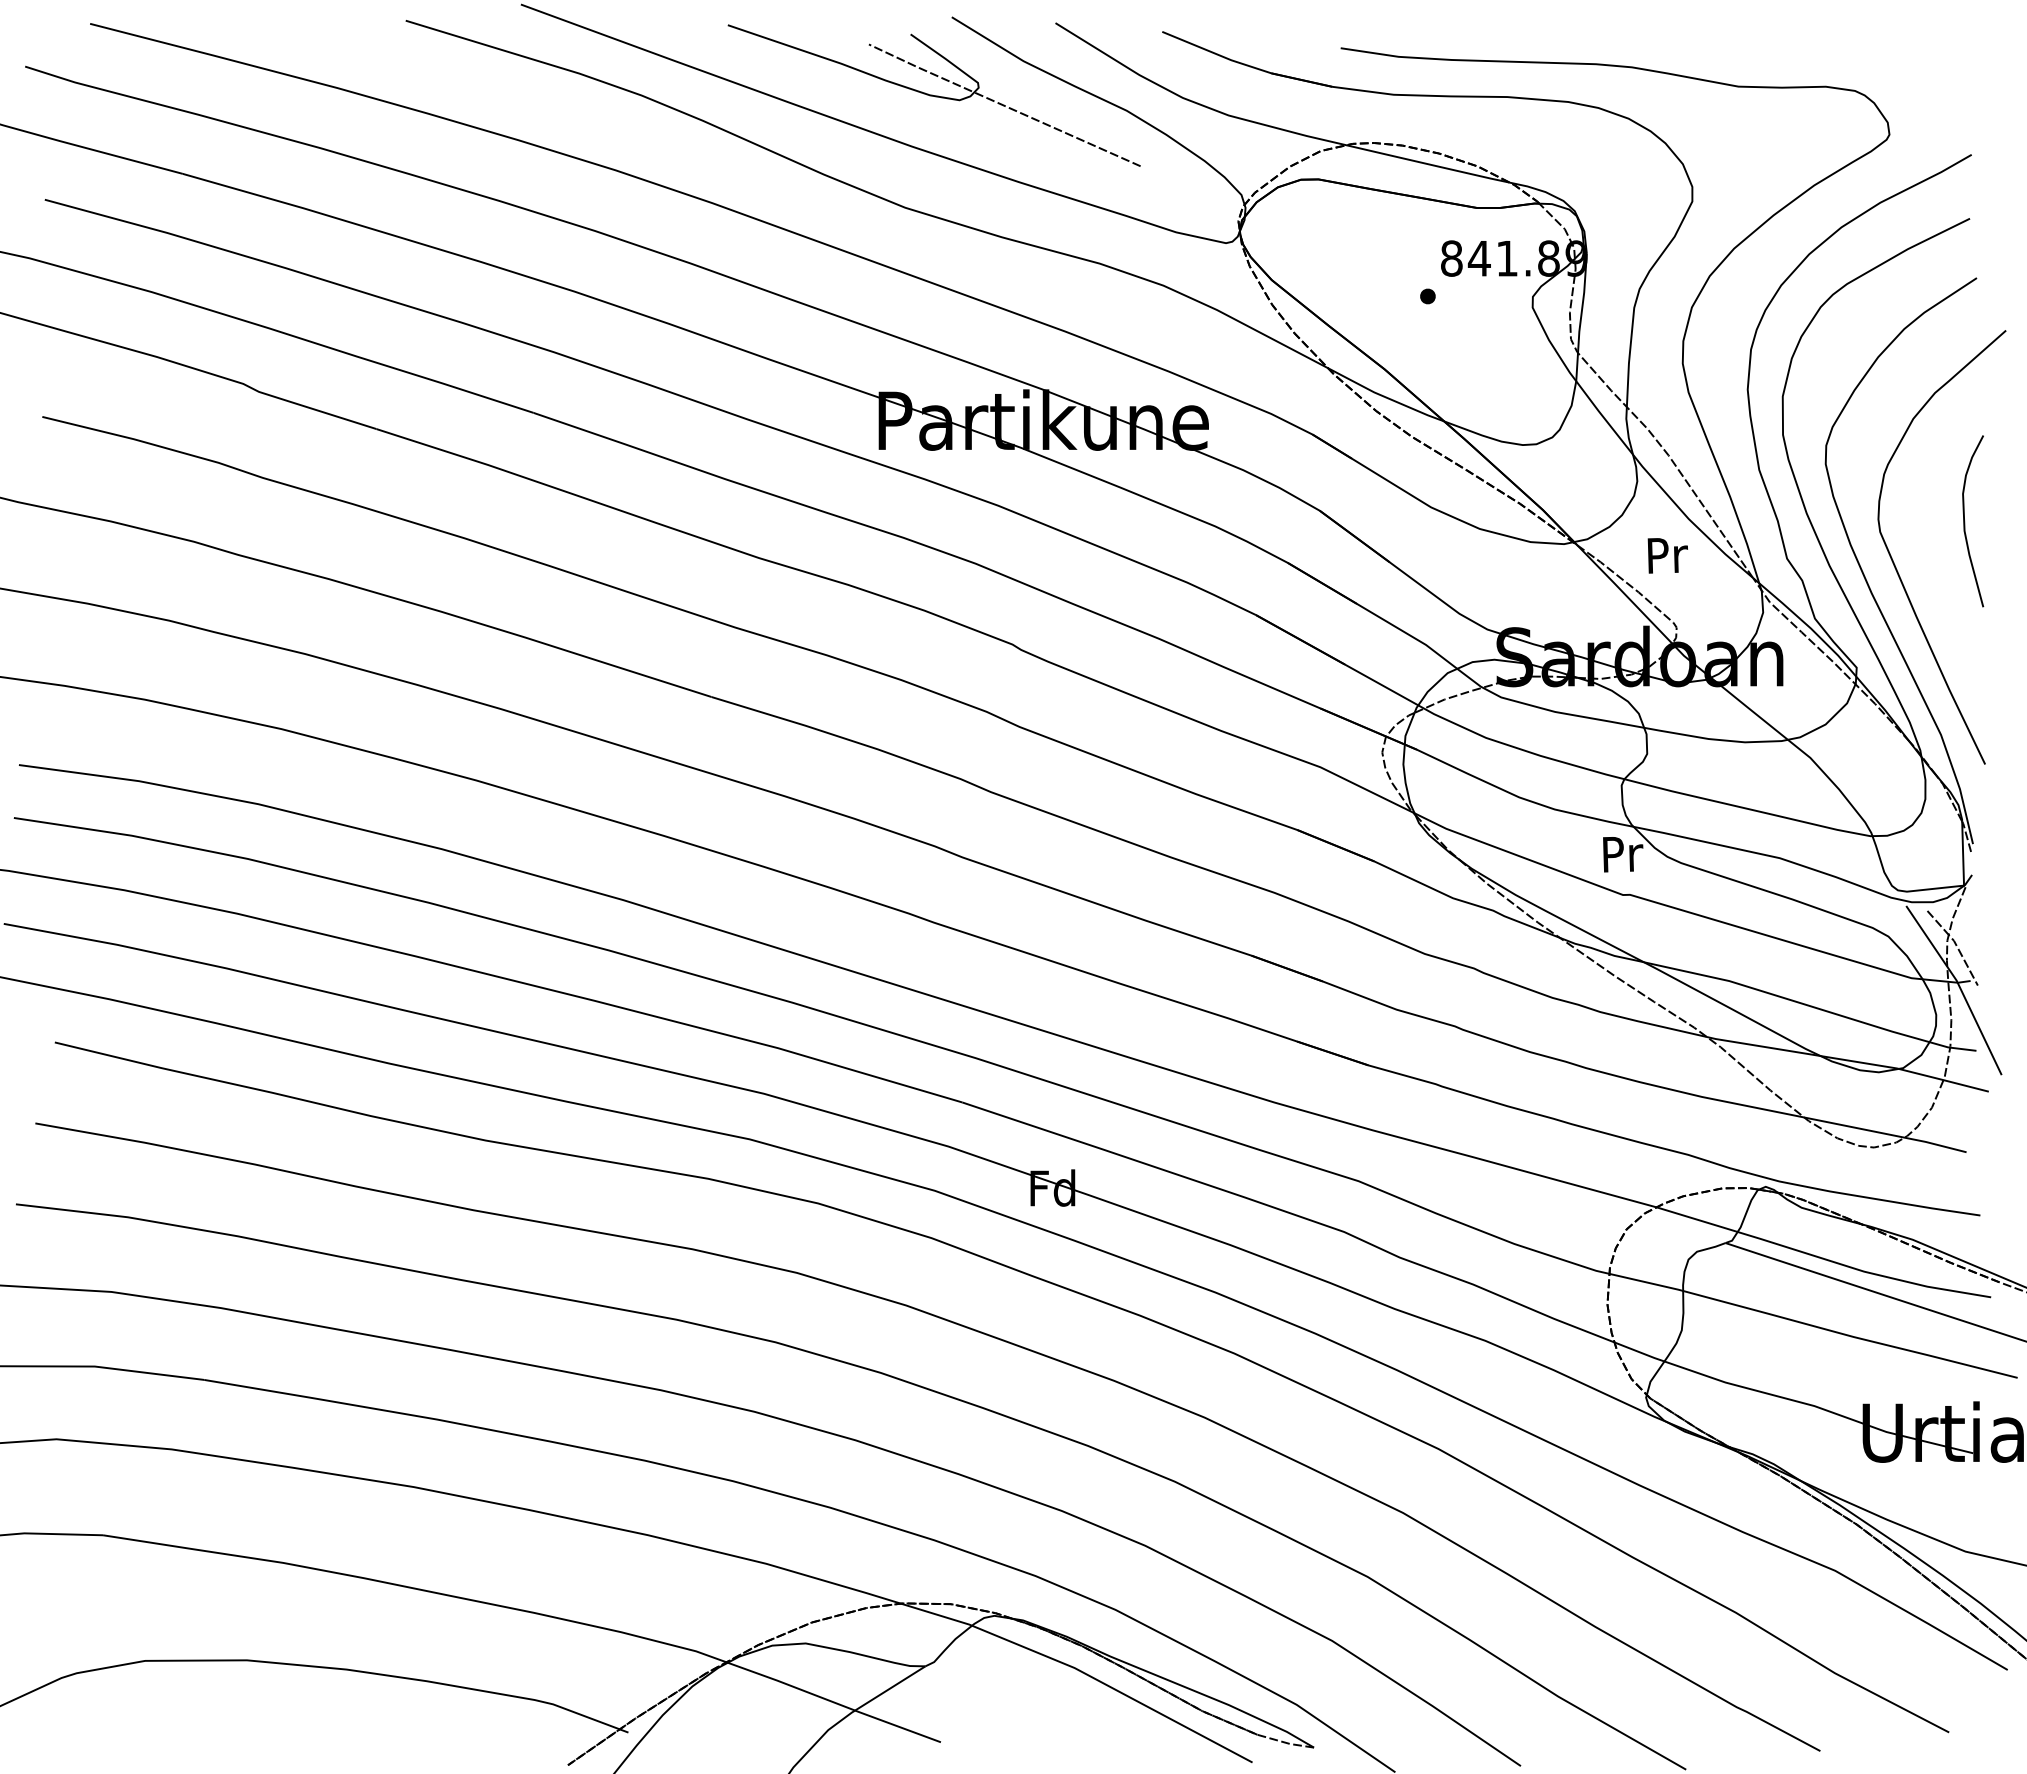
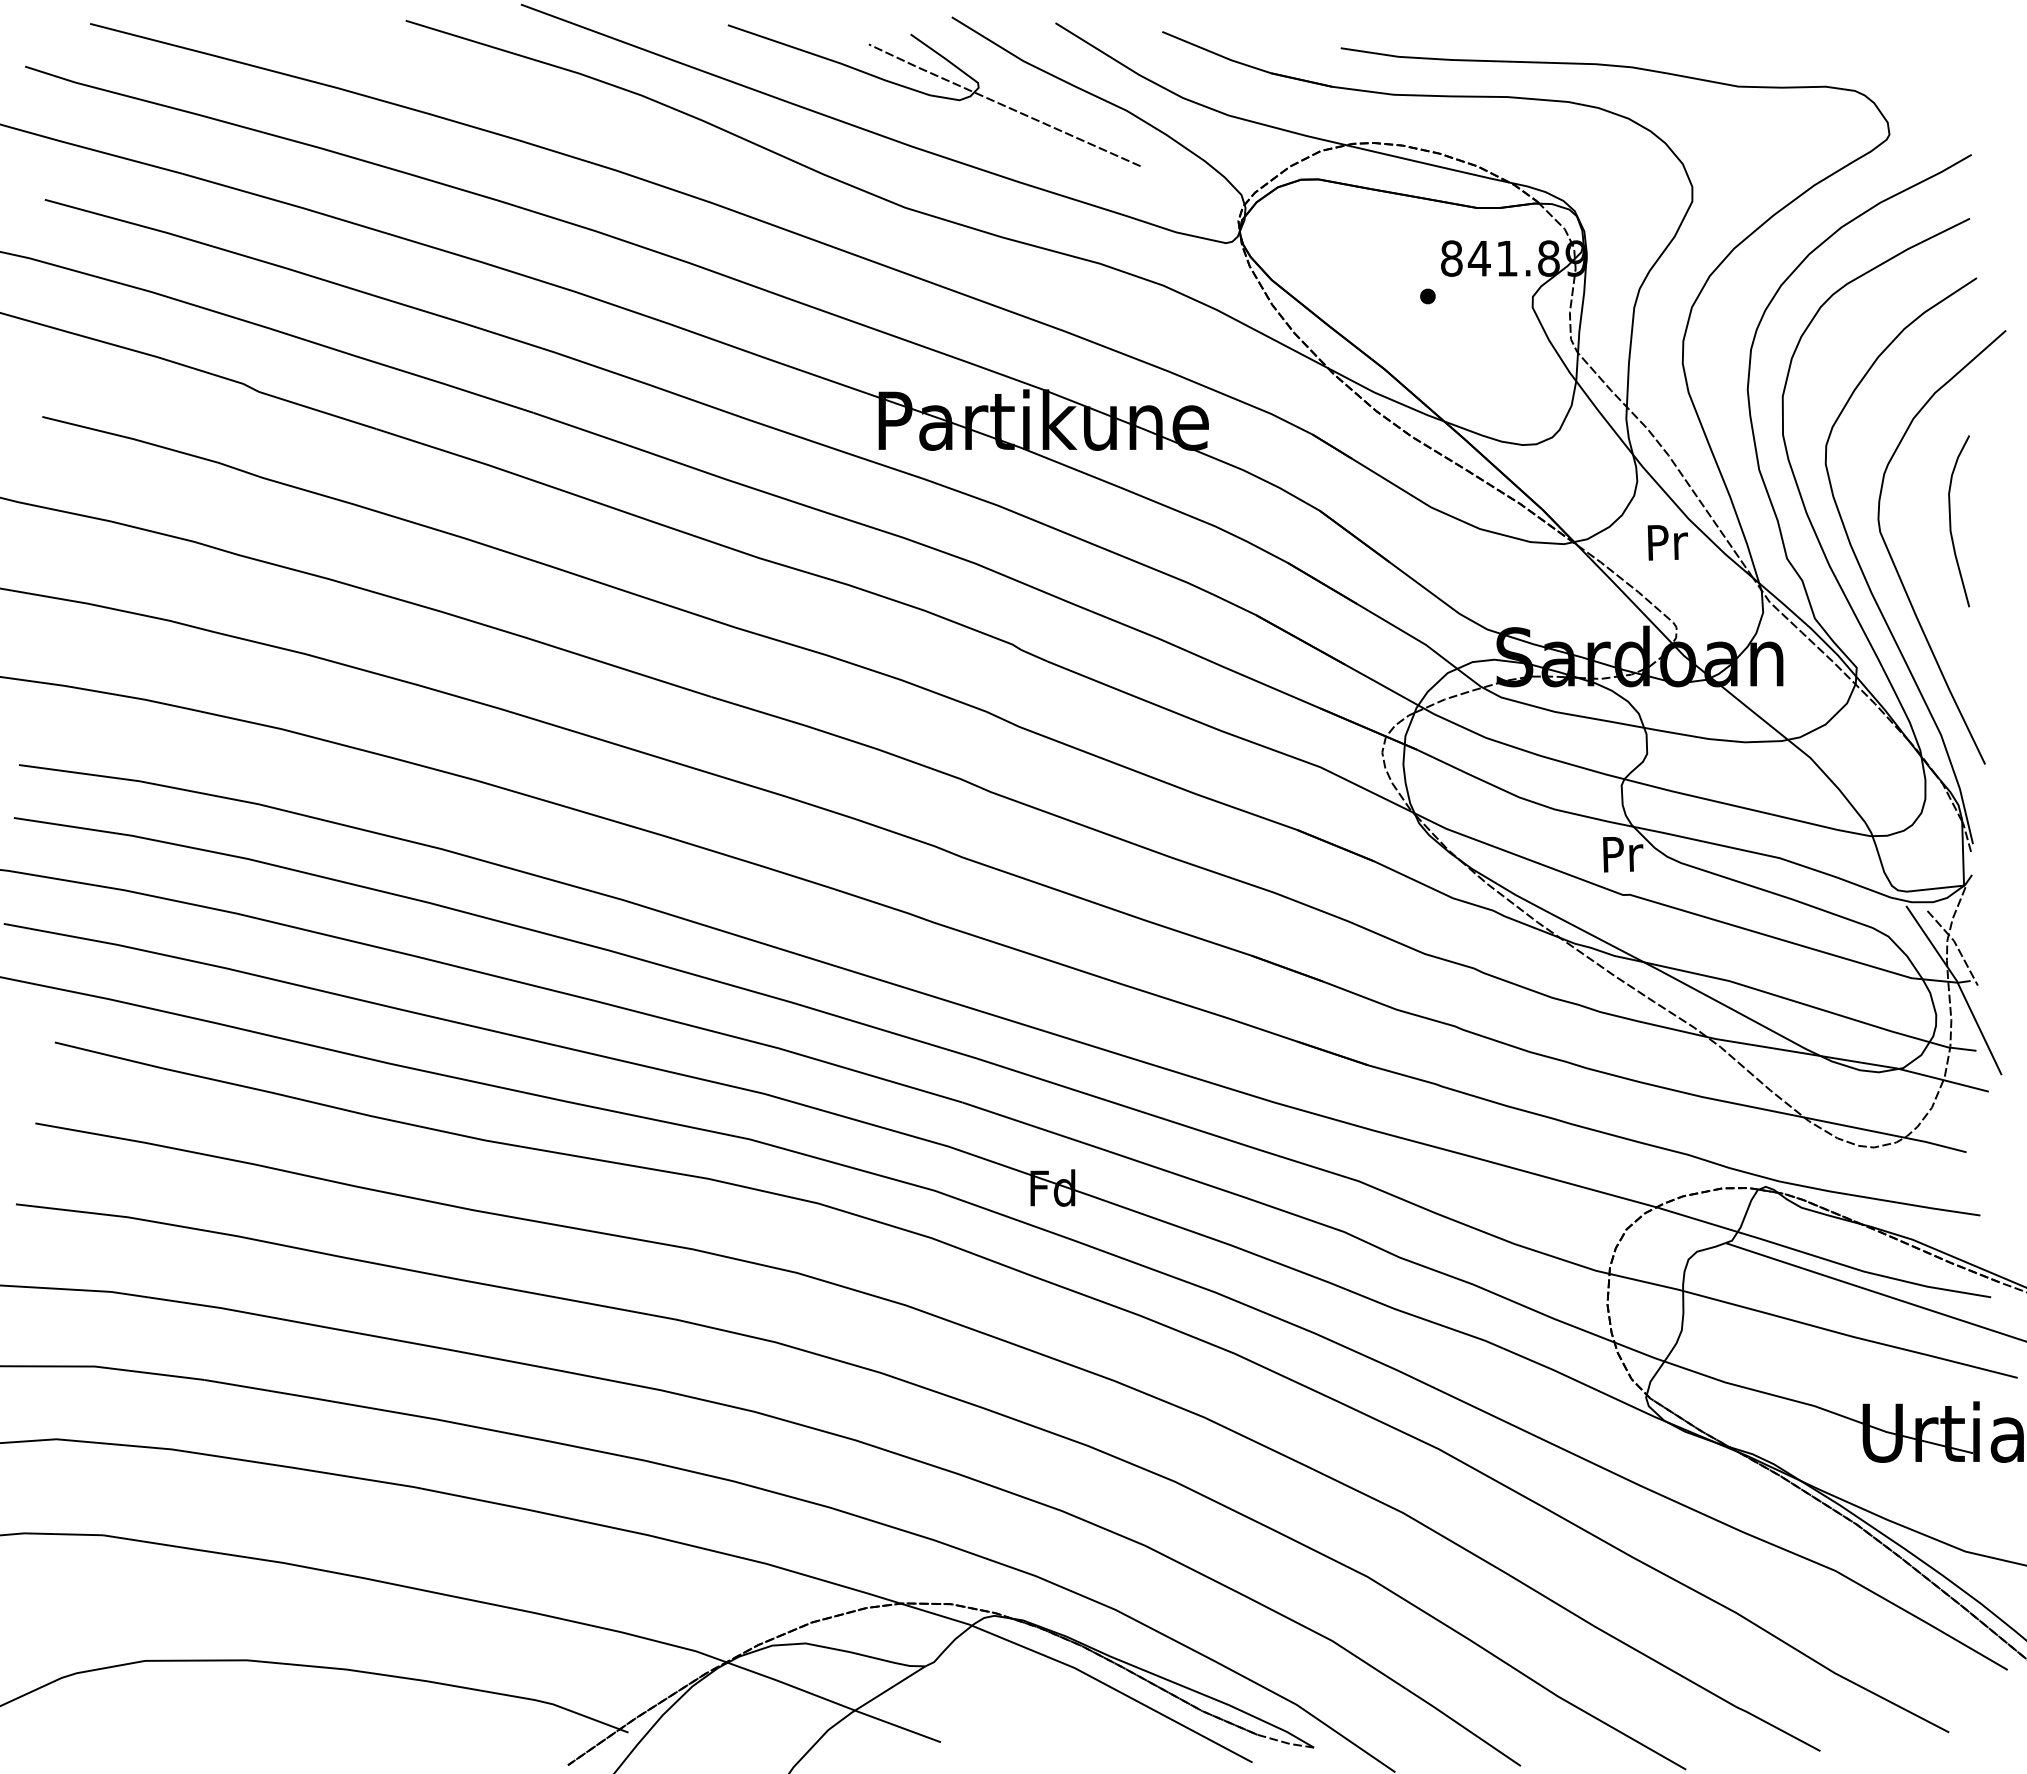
curve at (1965, 521) position: (1965, 521) -> (1951, 521)
text at (1667, 555) position: (1667, 555) -> (1667, 542)
